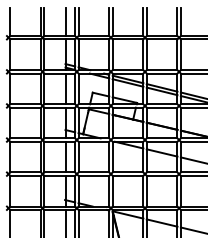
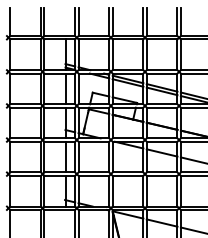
line at (65, 21): present -> none
line at (65, 221): present -> none
